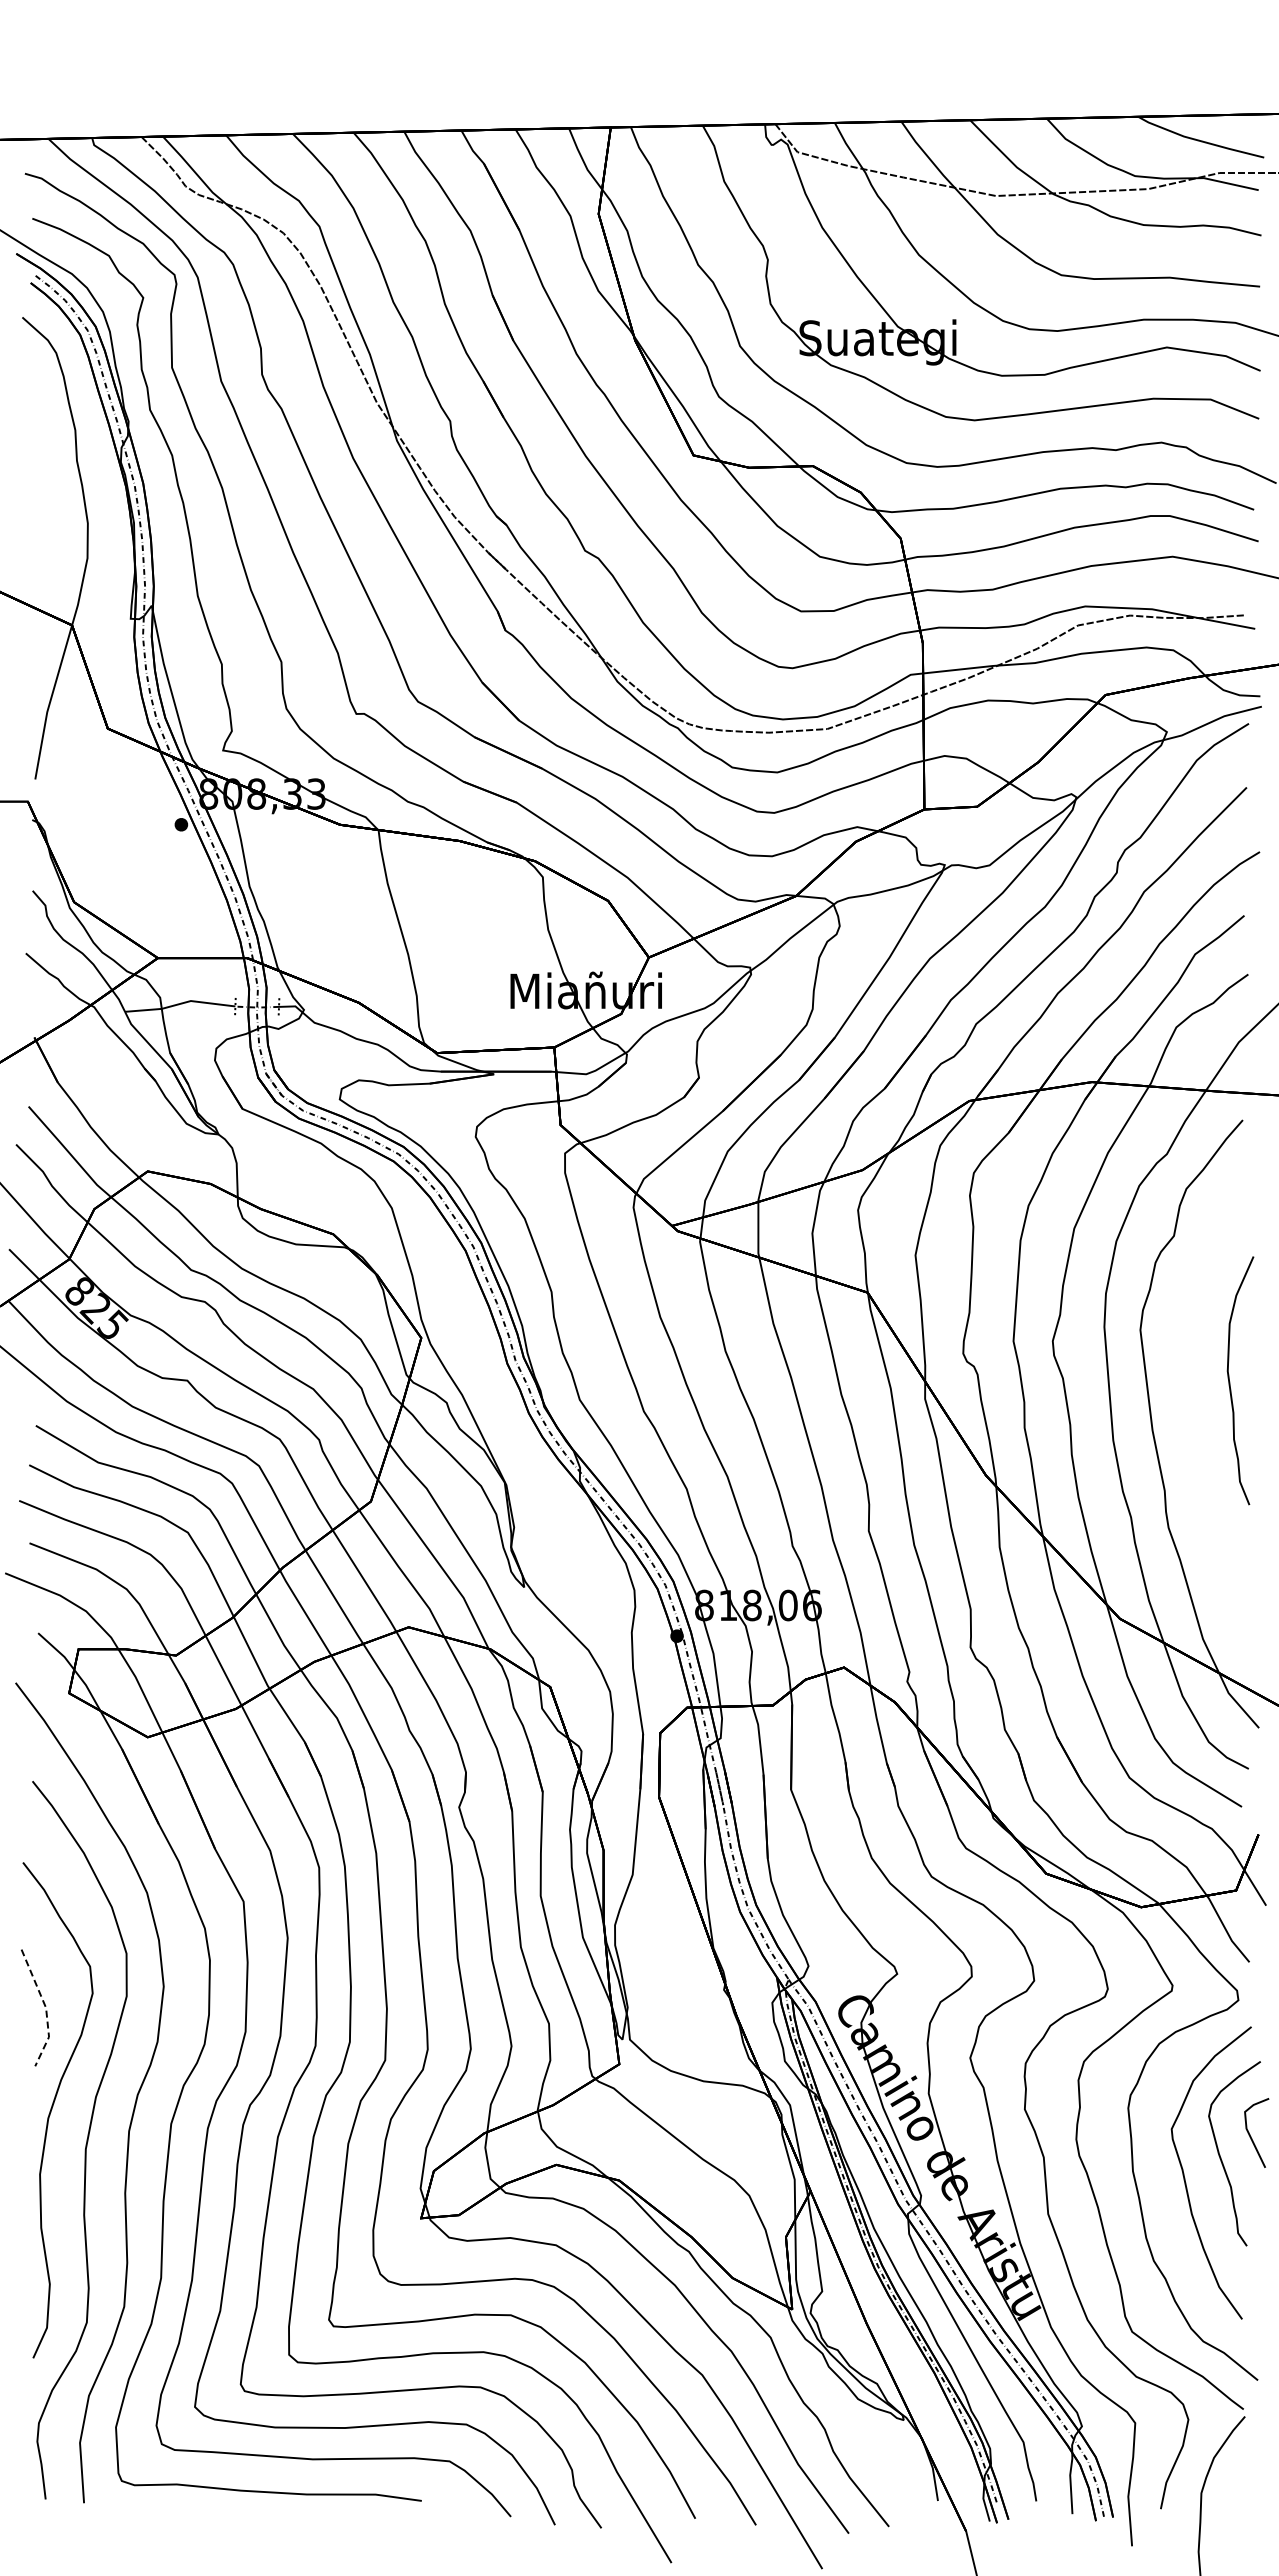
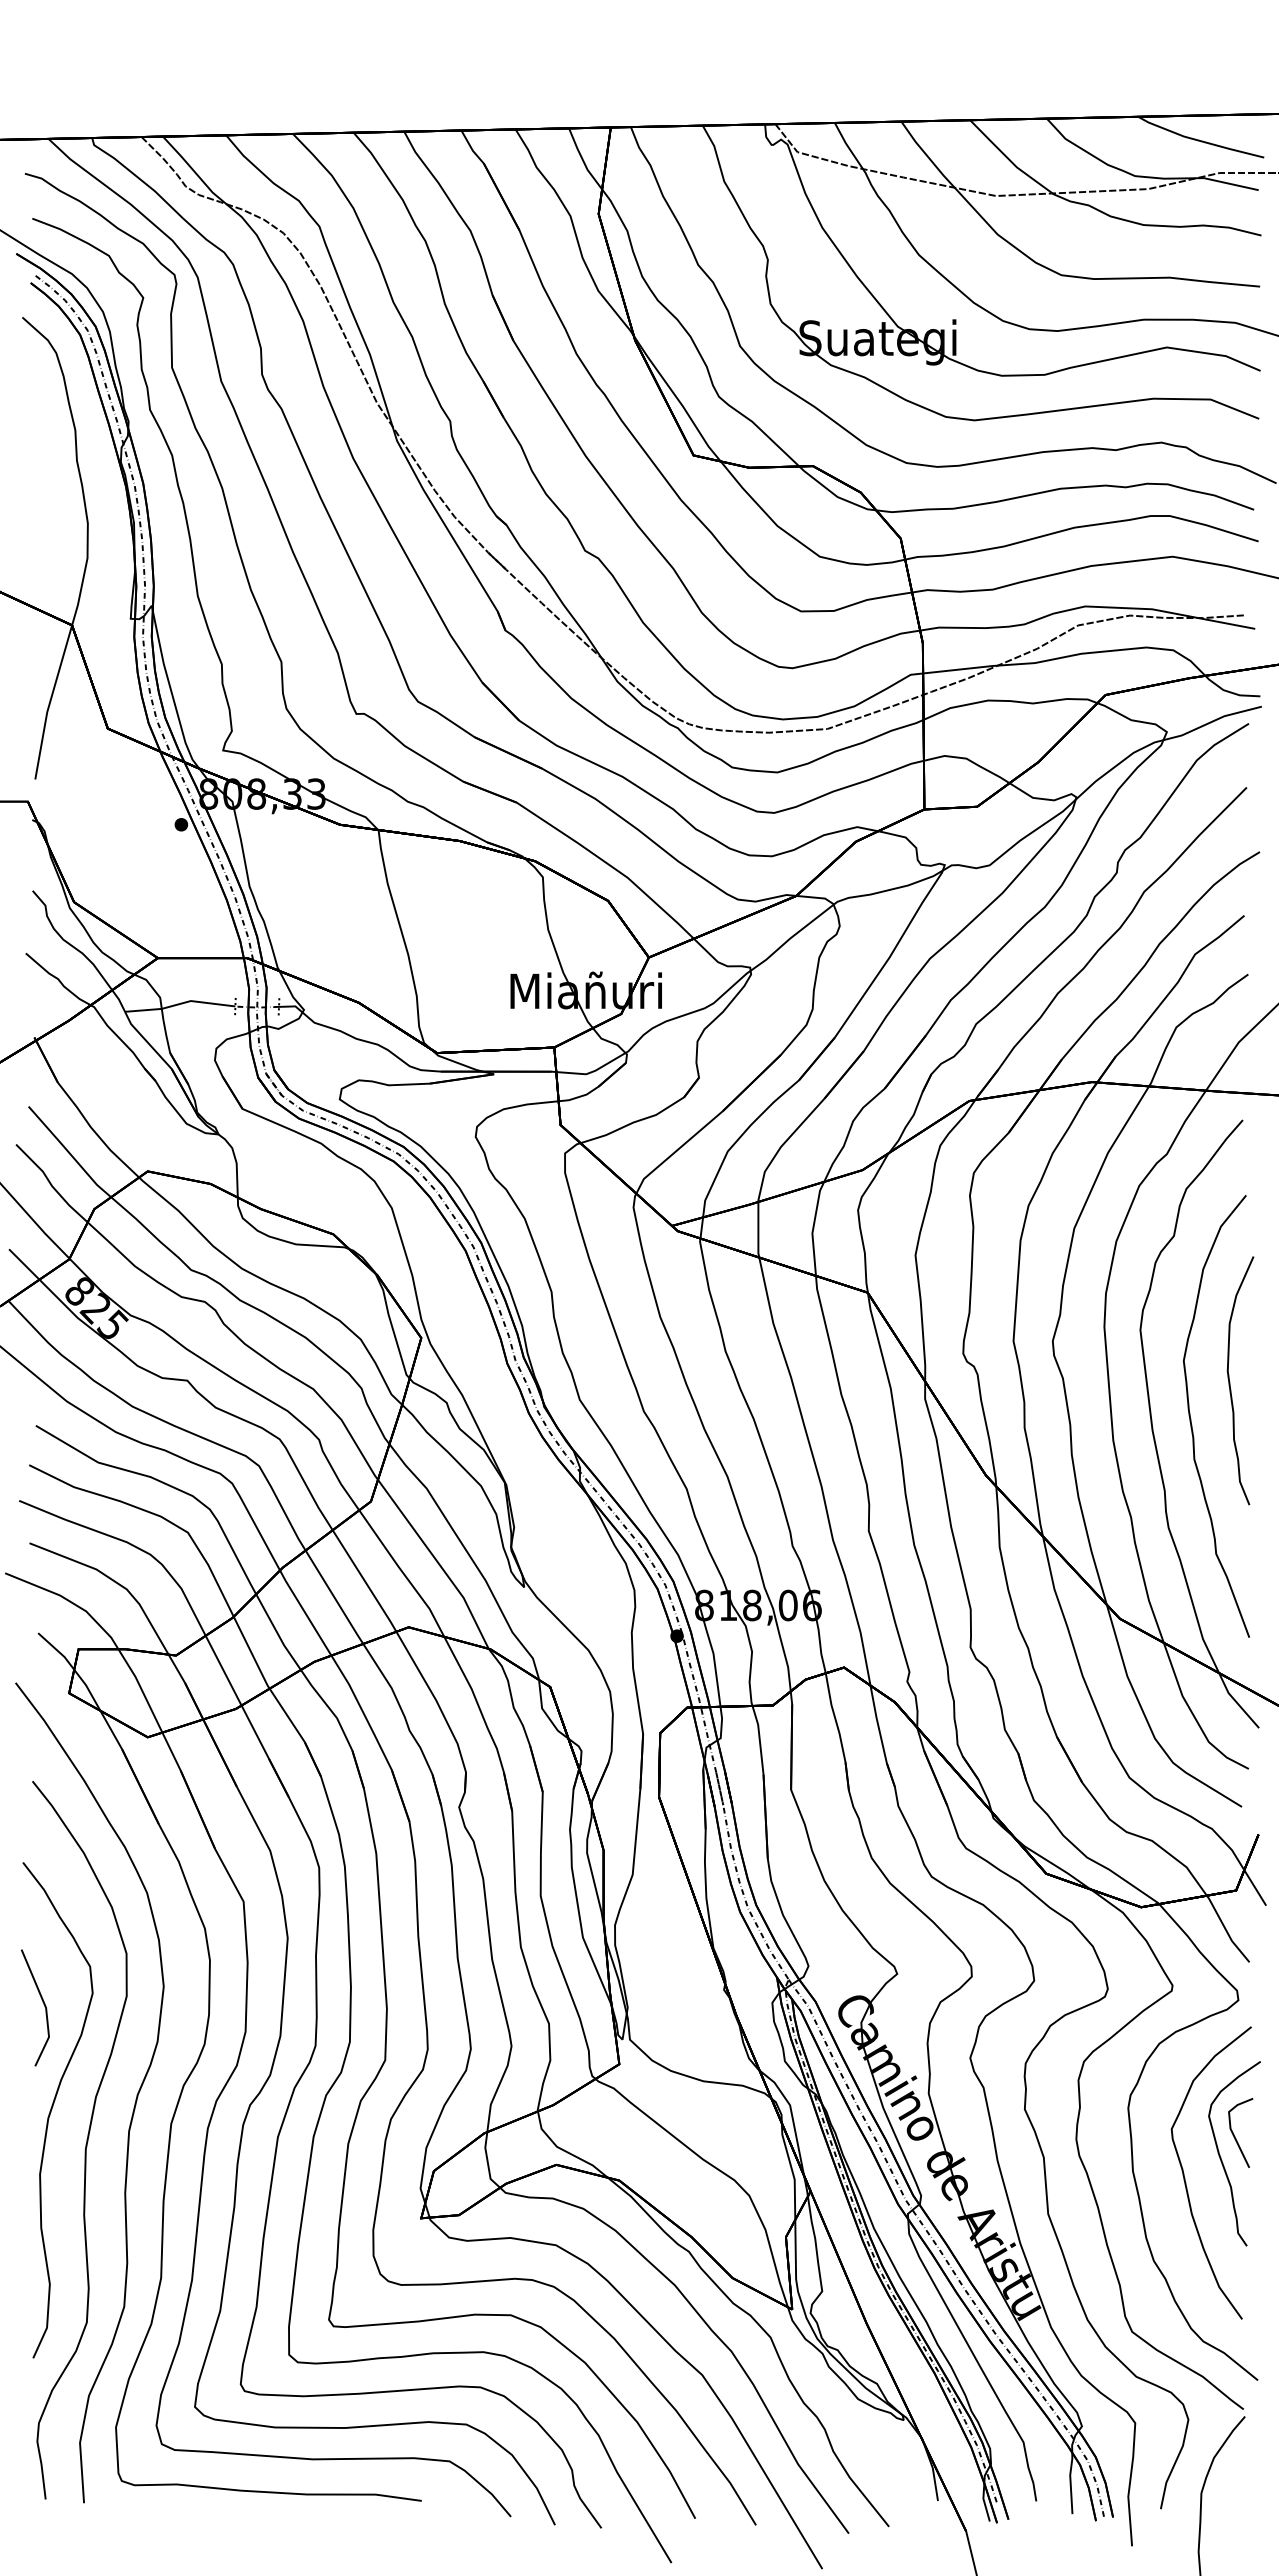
curve at (1191, 1418): none -> present
line at (46, 2007): dashed -> solid
line at (1250, 2134) position: (1250, 2134) -> (1234, 2134)
